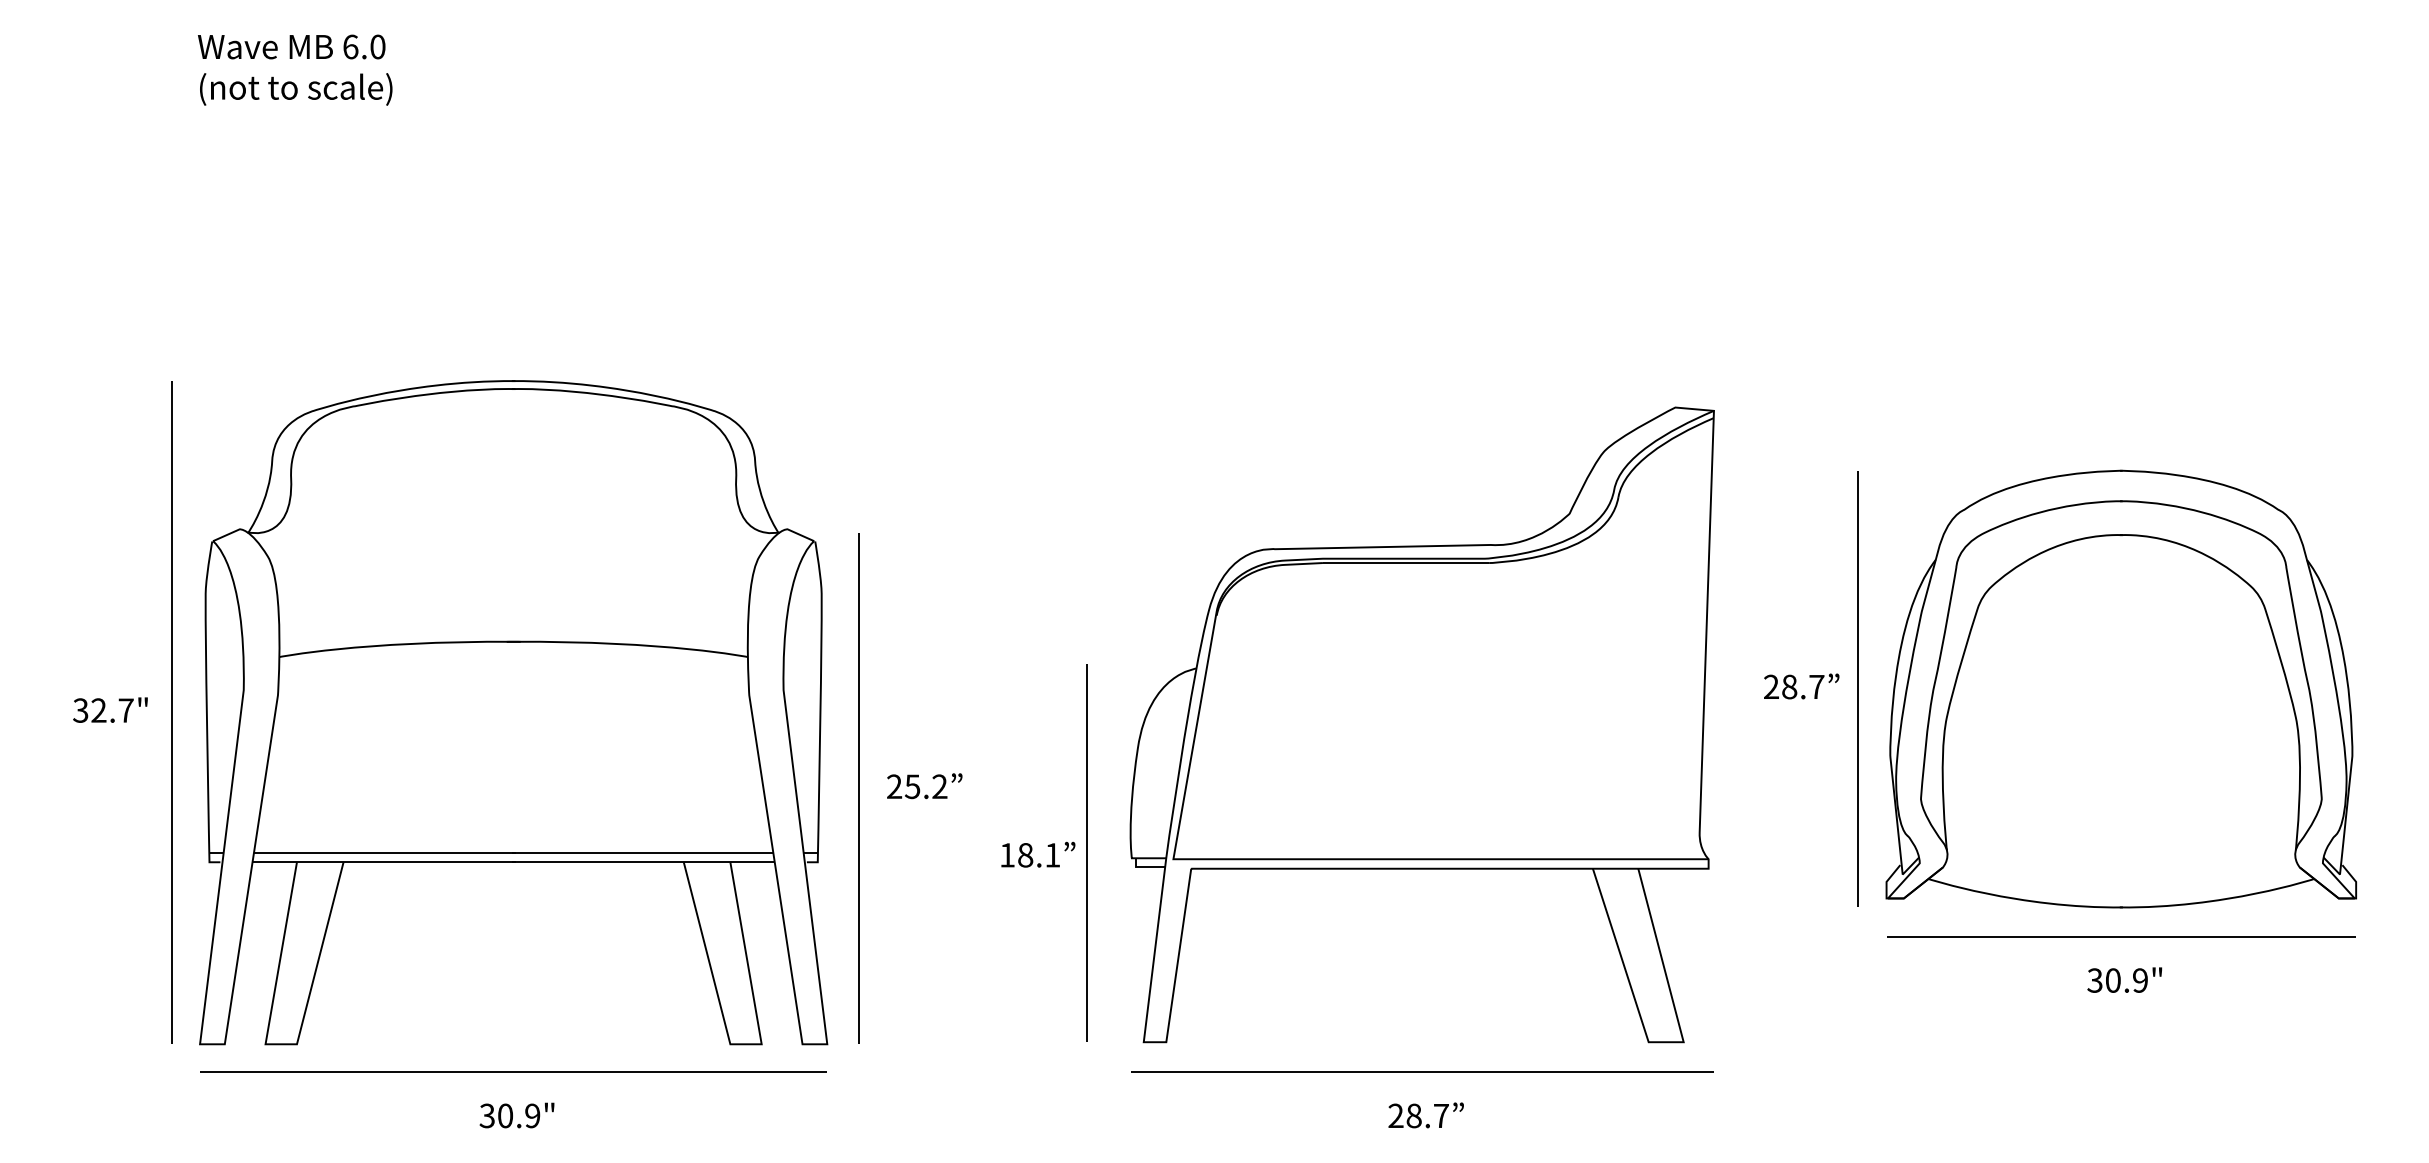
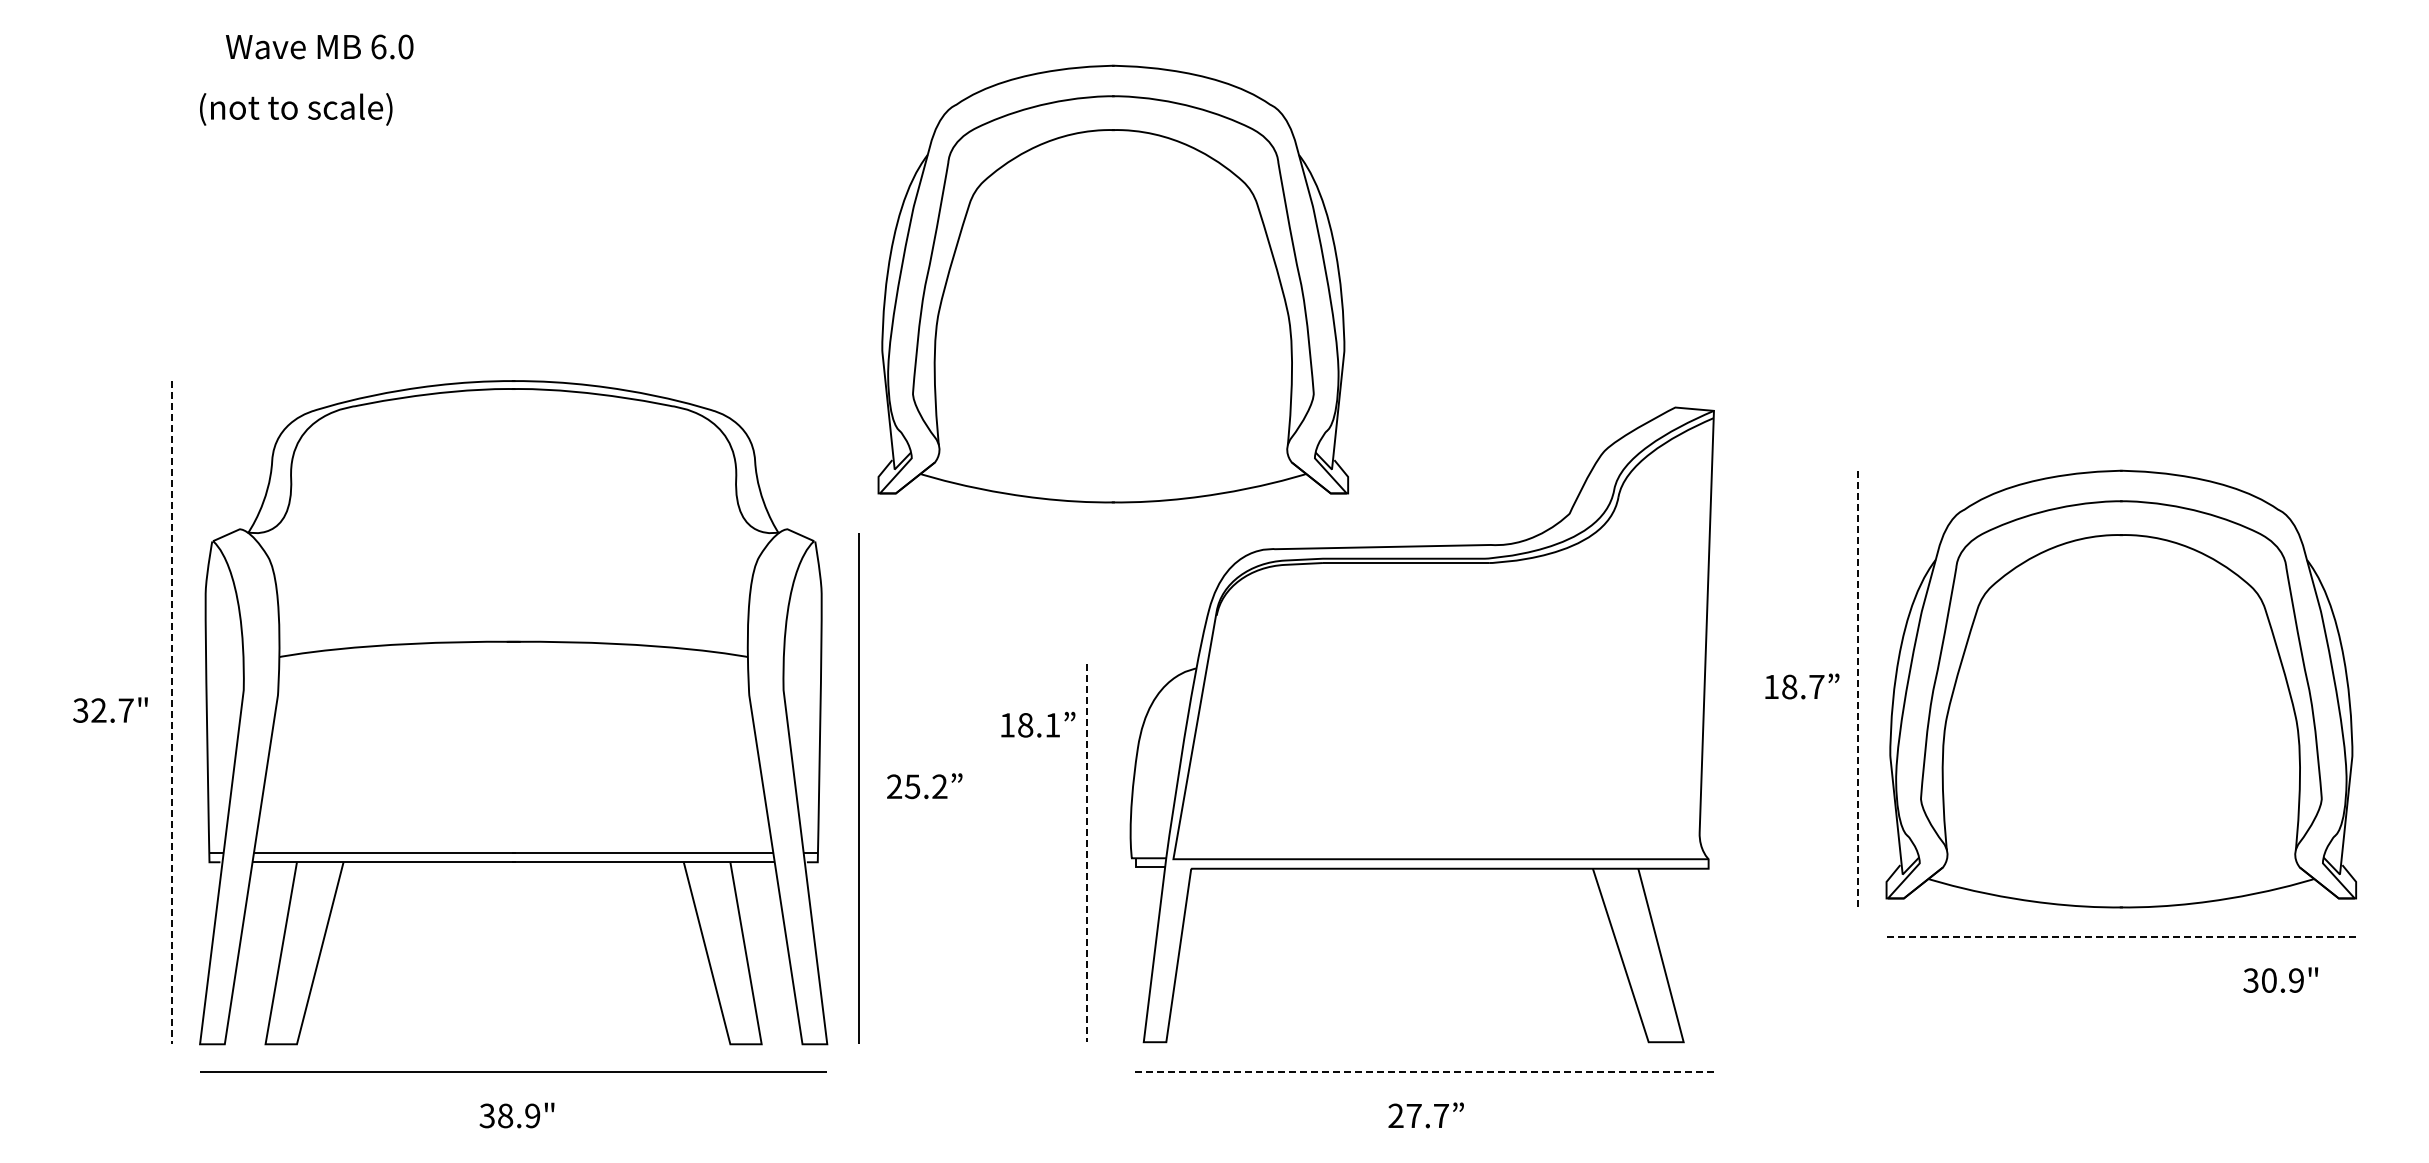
text at (291, 46) position: (291, 46) -> (319, 46)
text at (296, 89) position: (296, 89) -> (296, 109)
part at (1112, 283): none -> present
text at (1771, 686): 28.7 -> 18.7
line at (1858, 688): solid -> dashed
line at (172, 712): solid -> dashed
line at (1086, 853): solid -> dashed
text at (1038, 854) position: (1038, 854) -> (1038, 724)
line at (2121, 937): solid -> dashed
text at (2124, 979) position: (2124, 979) -> (2280, 979)
line at (1422, 1072): solid -> dashed
text at (1413, 1115): 28.7 -> 27.7
text at (505, 1116): 30.9" -> 38.9"
